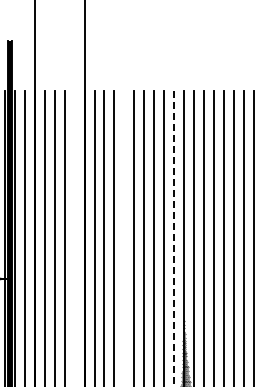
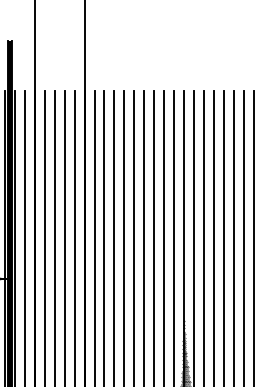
line at (74, 236): none -> present
line at (124, 236): none -> present
line at (174, 238): dashed -> solid
